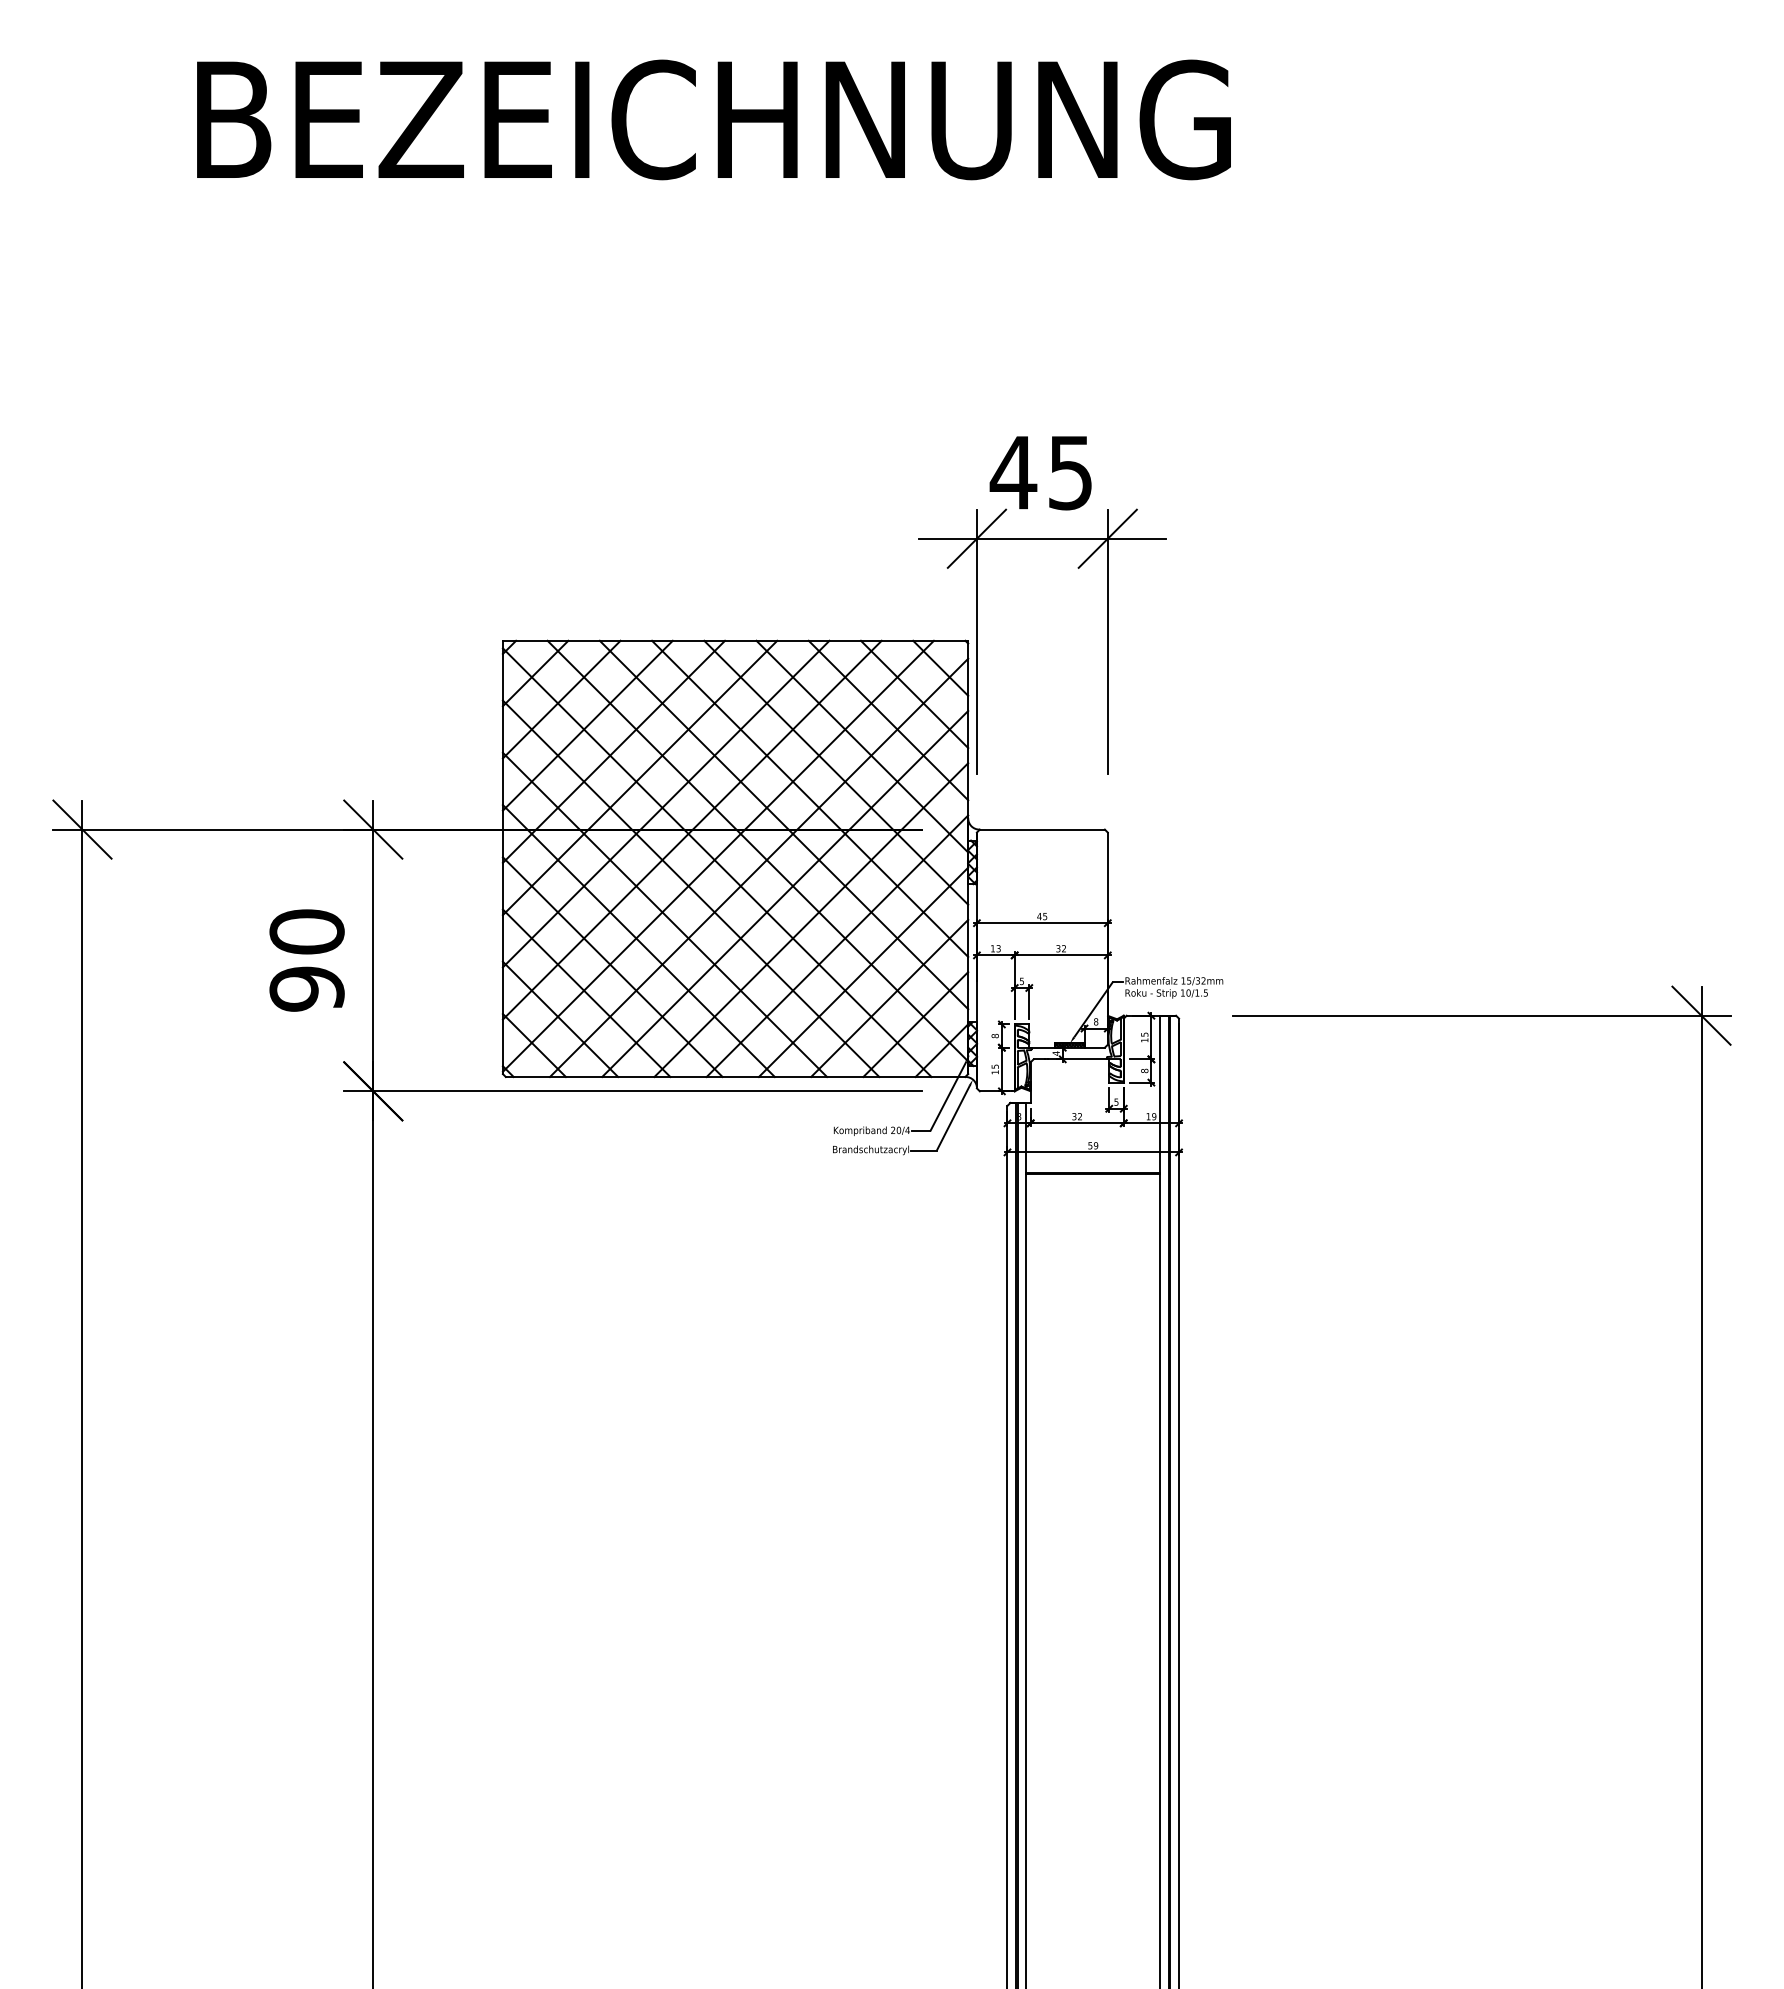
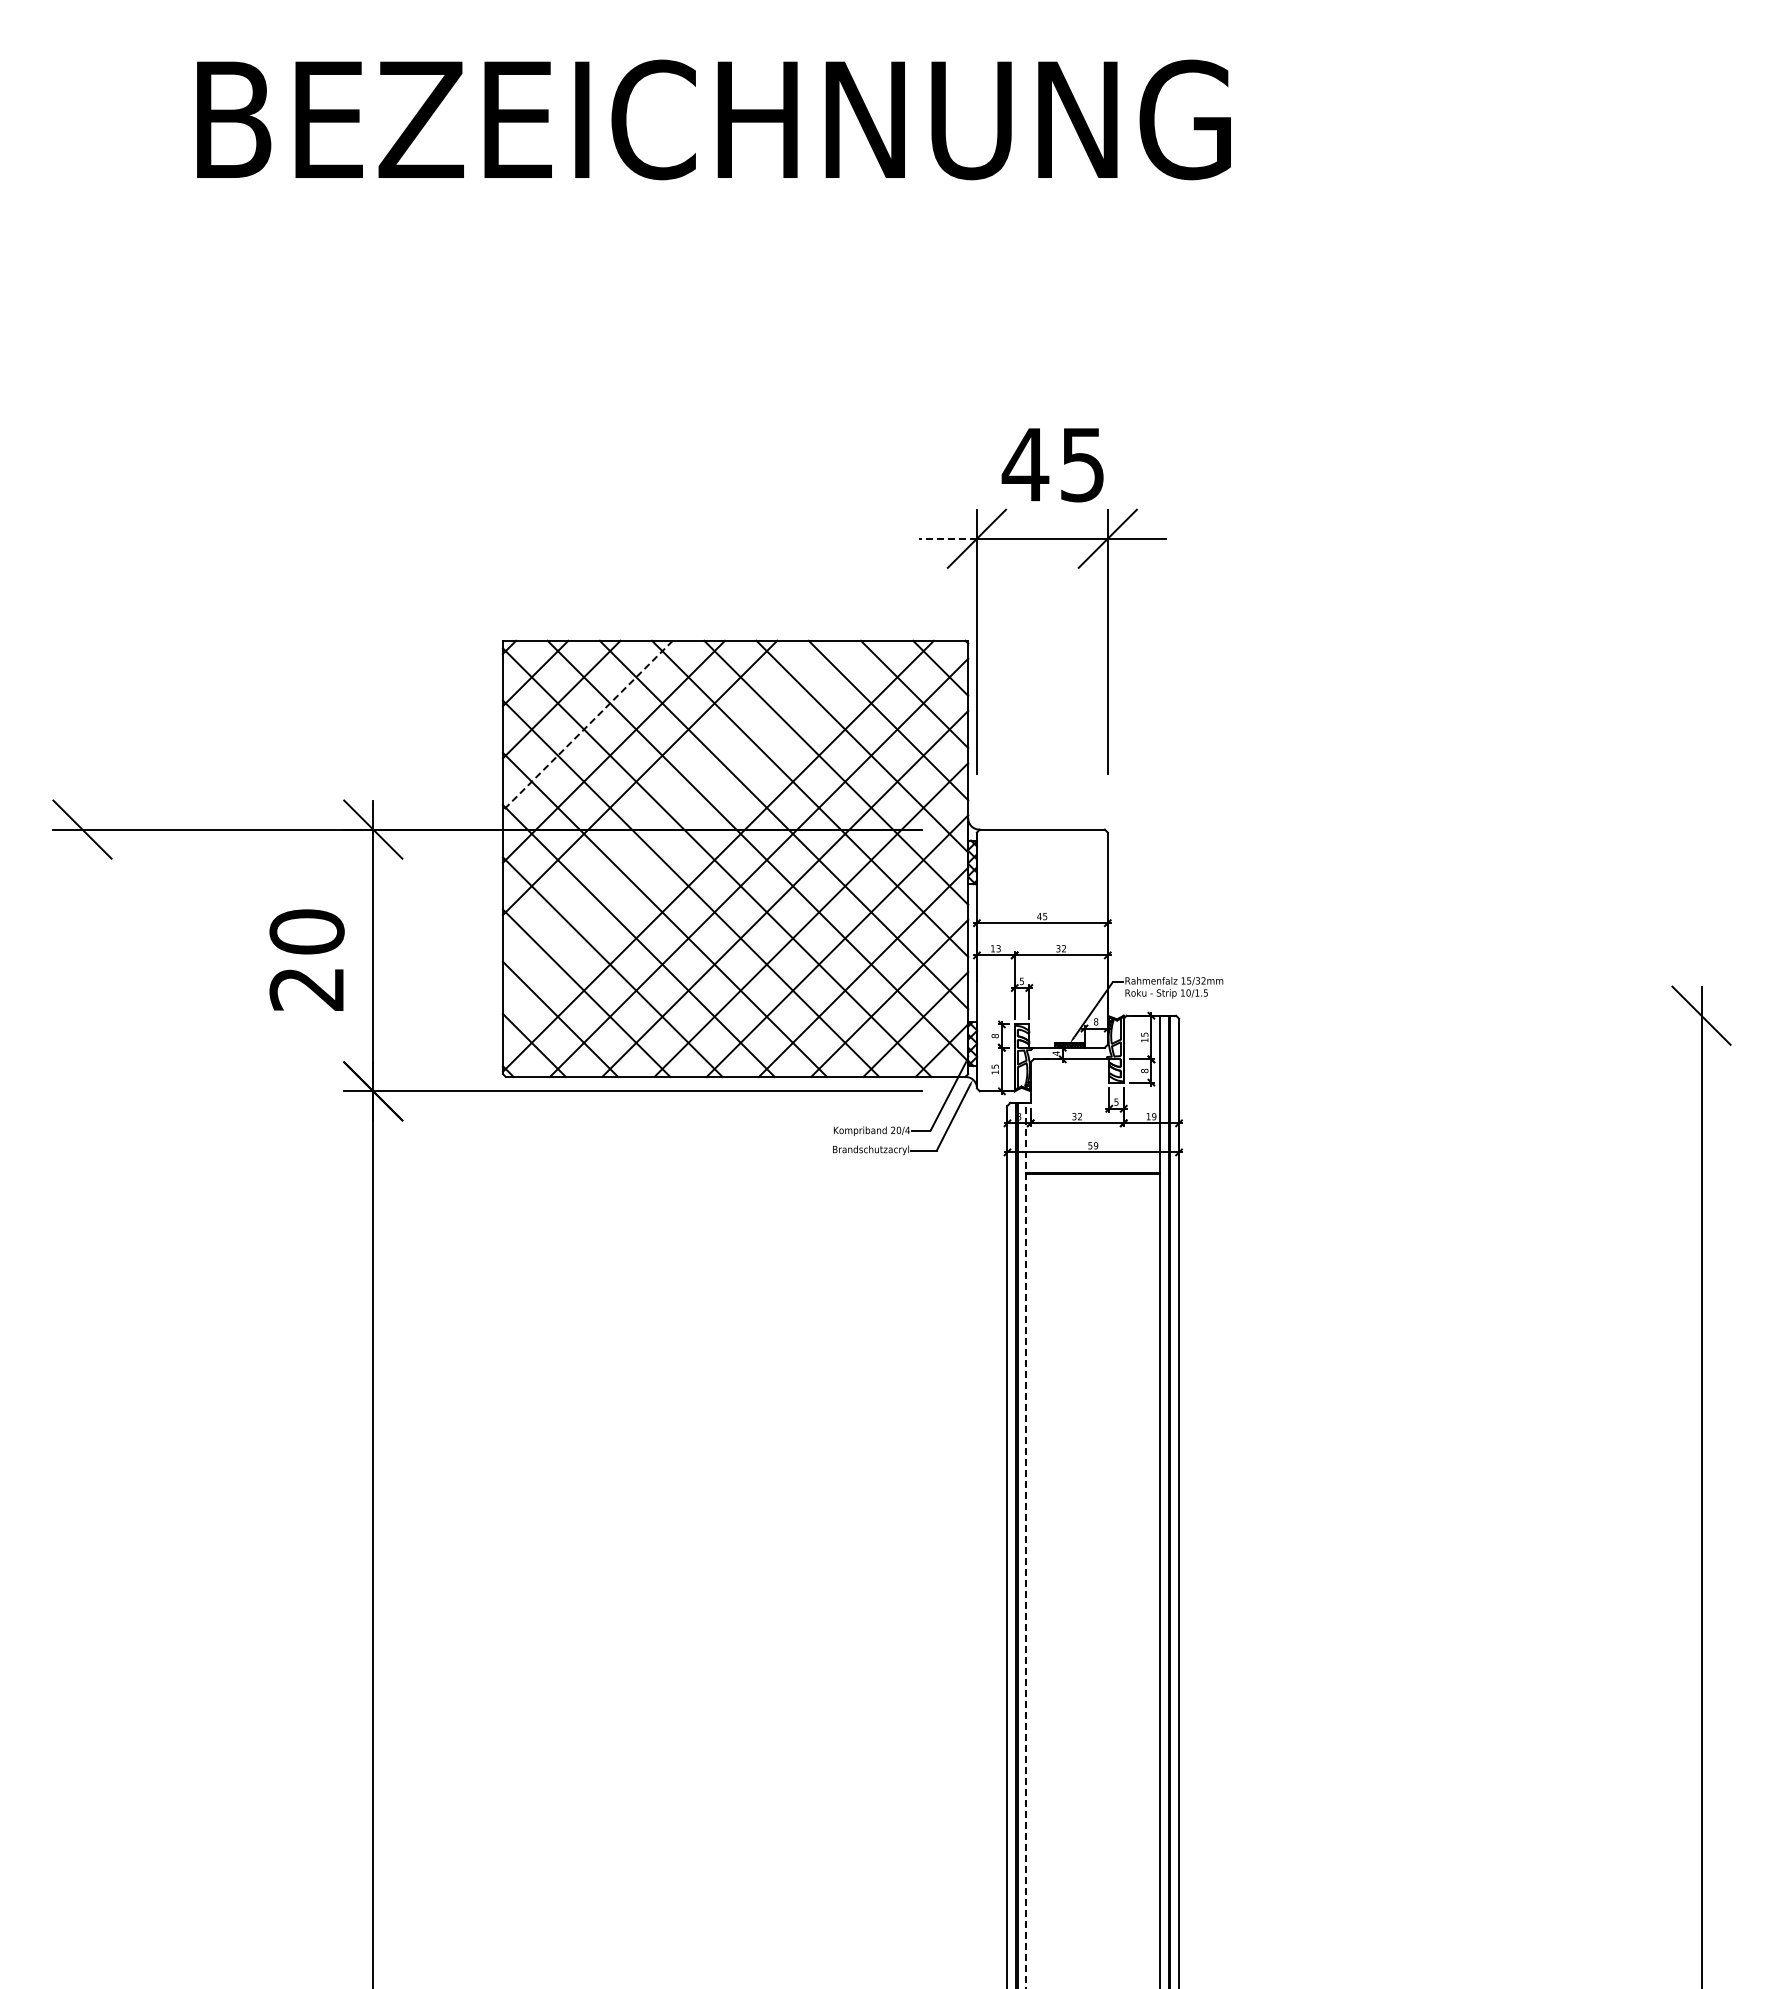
text at (1040, 473) position: (1040, 473) -> (1052, 465)
line at (947, 538): solid -> dashed
line at (587, 726): solid -> dashed
line at (665, 803): present -> none
line at (691, 829): present -> none
text at (306, 988): 90 -> 20
line at (1481, 1015): present -> none
line at (82, 1392): present -> none
line at (1026, 1545): solid -> dashed
